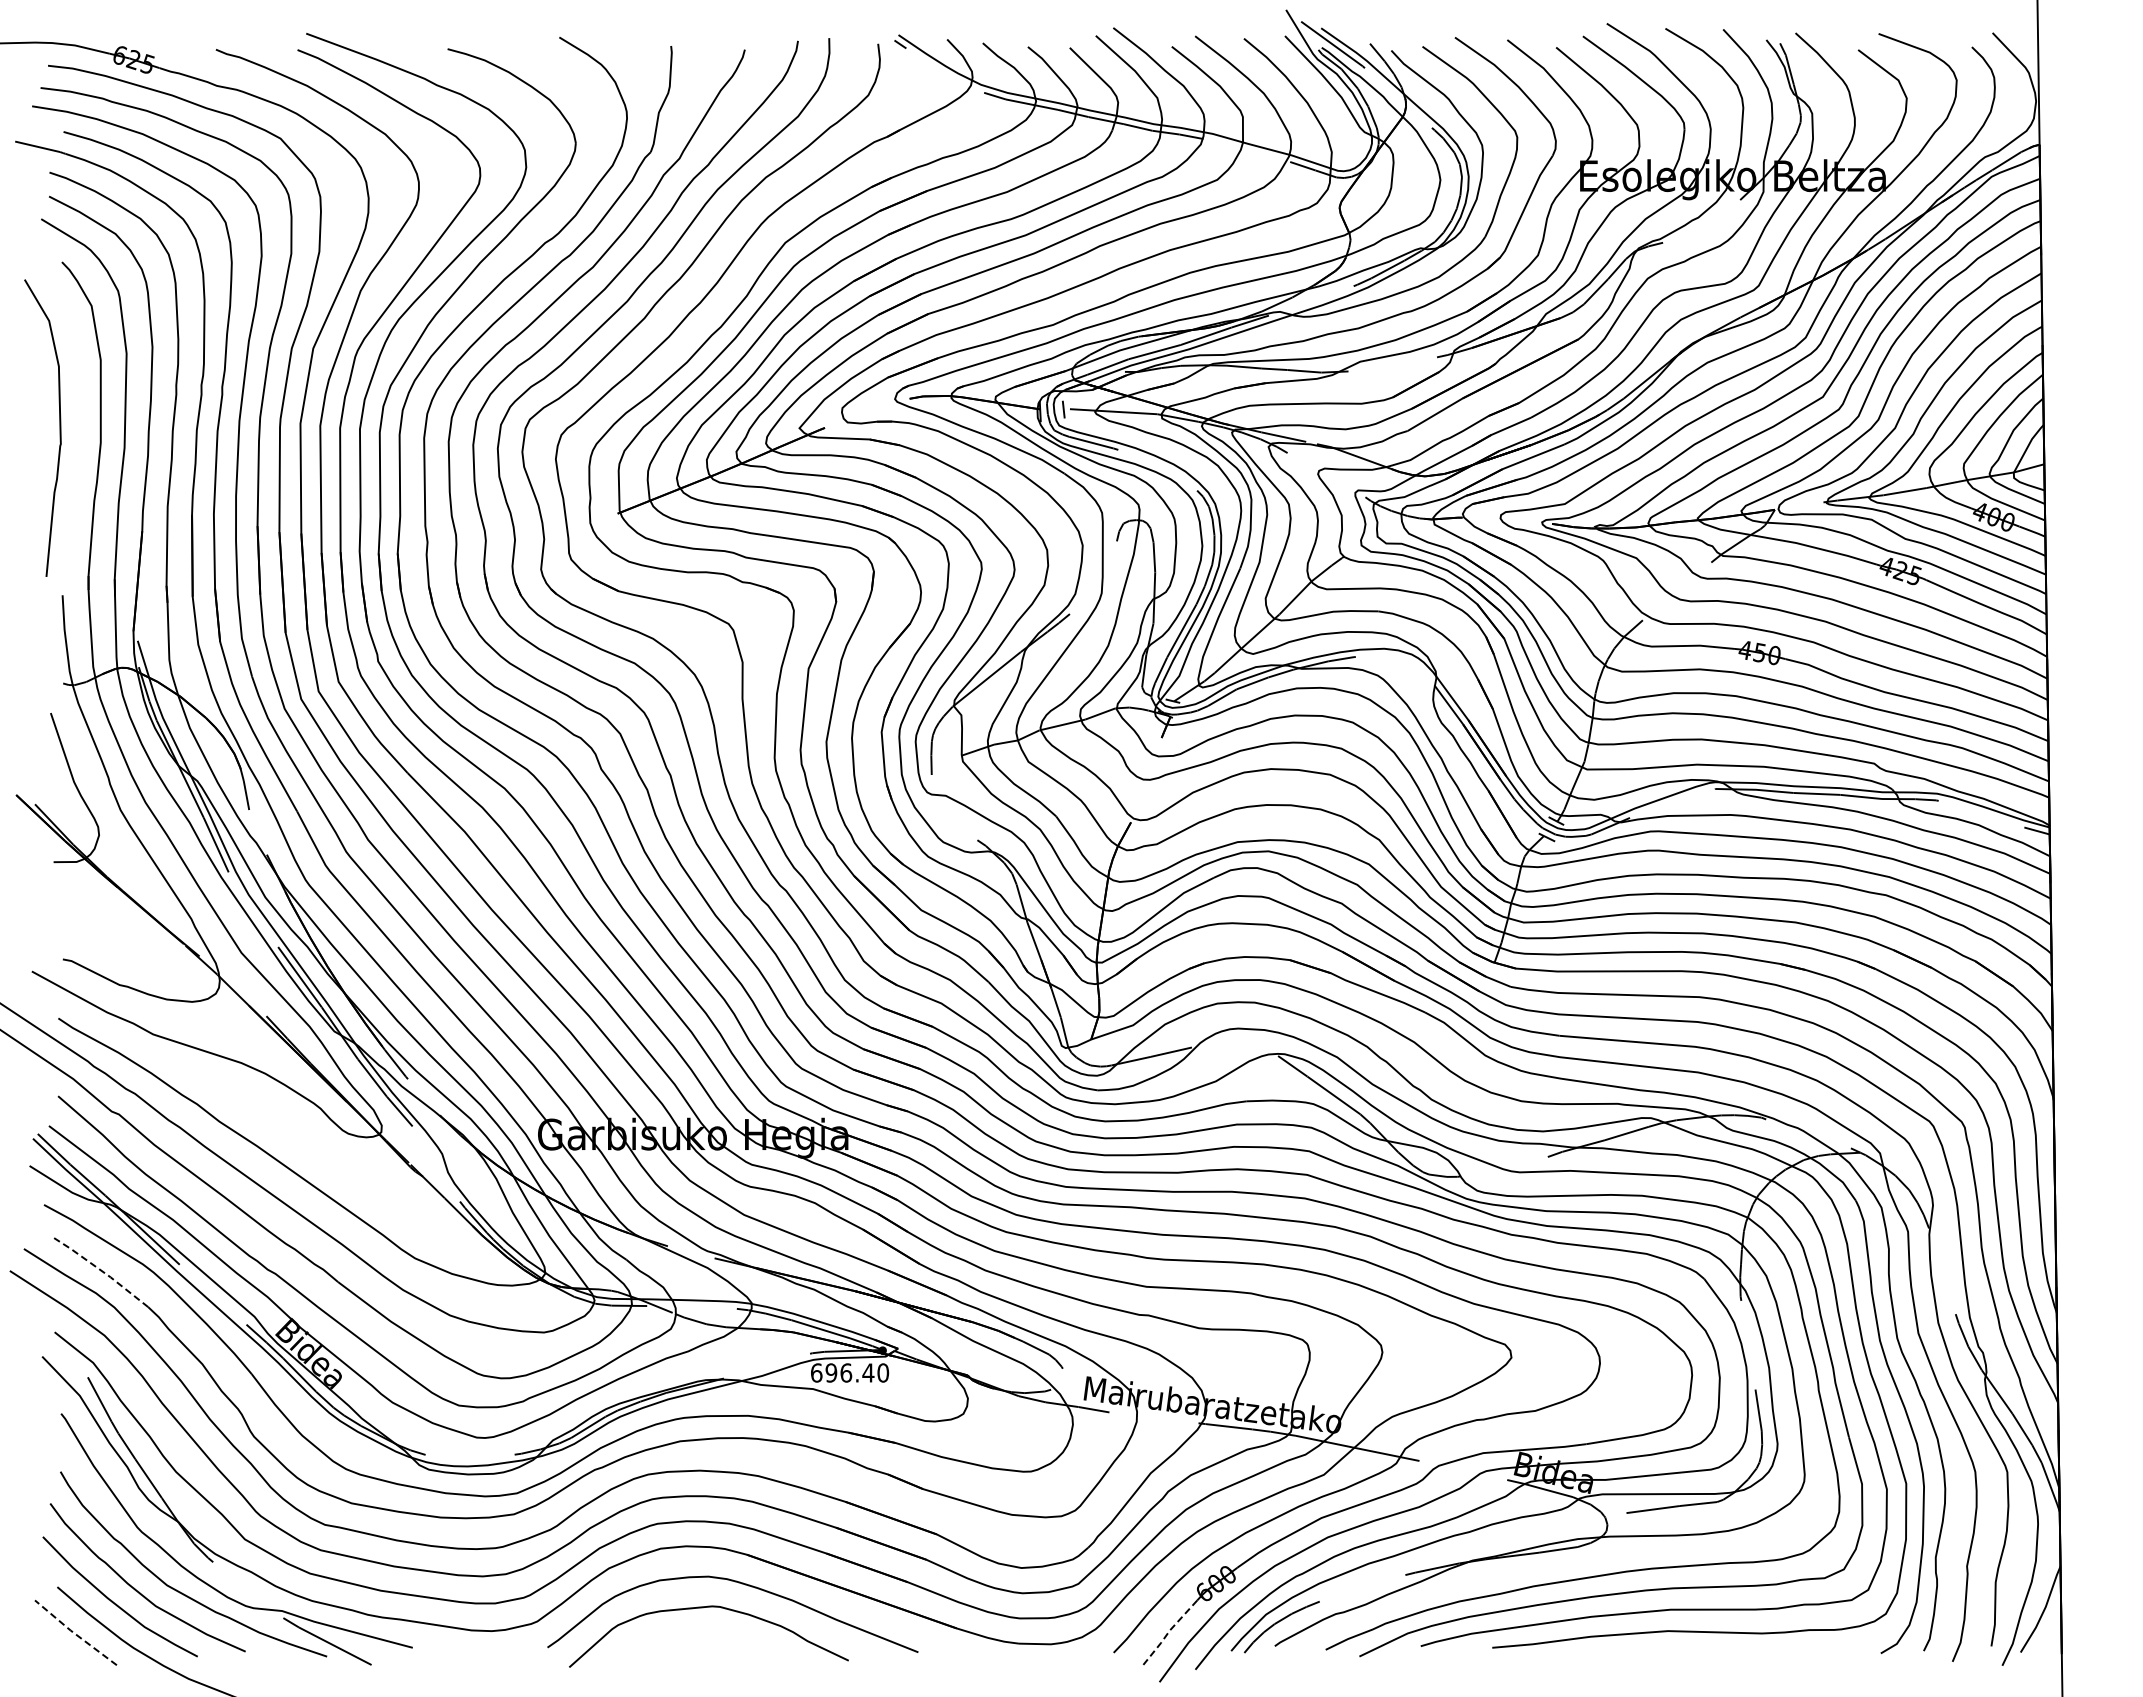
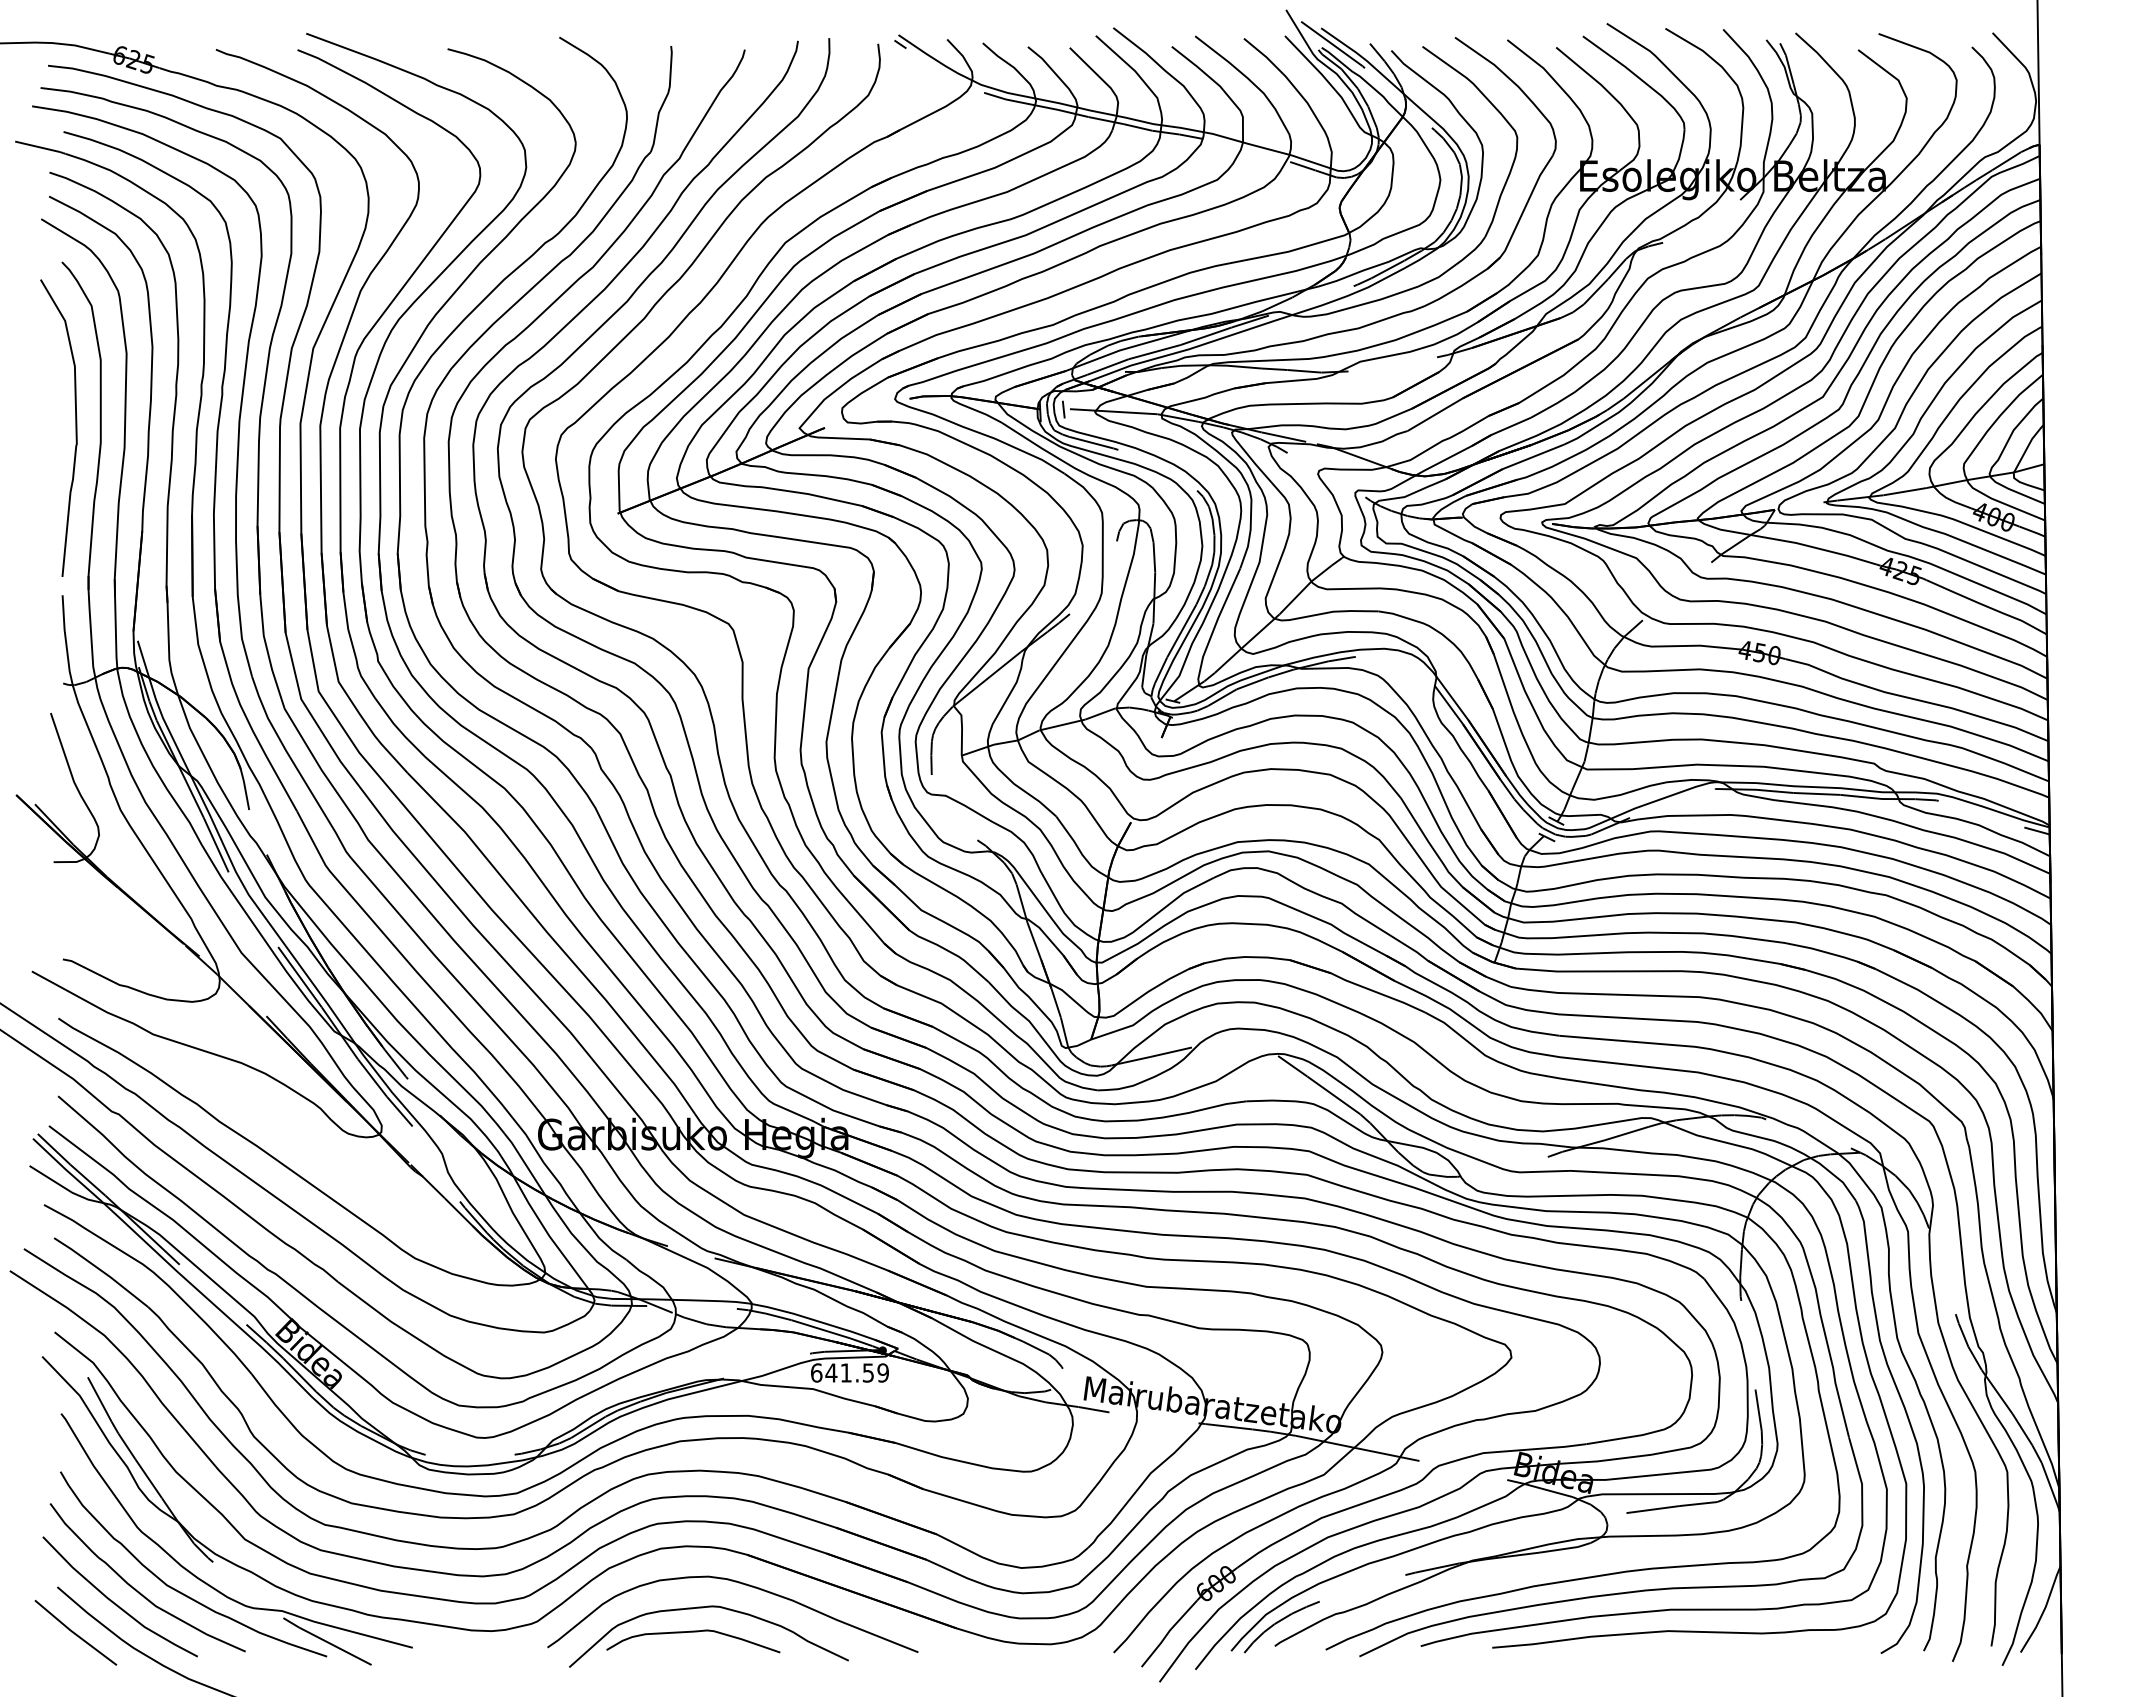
curve at (59, 427) position: (59, 427) -> (75, 427)
line at (101, 1270): dashed -> solid
text at (856, 1372): 696.40 -> 641.59
curve at (693, 1632): none -> present
line at (74, 1633): dashed -> solid
line at (1167, 1633): dashed -> solid
